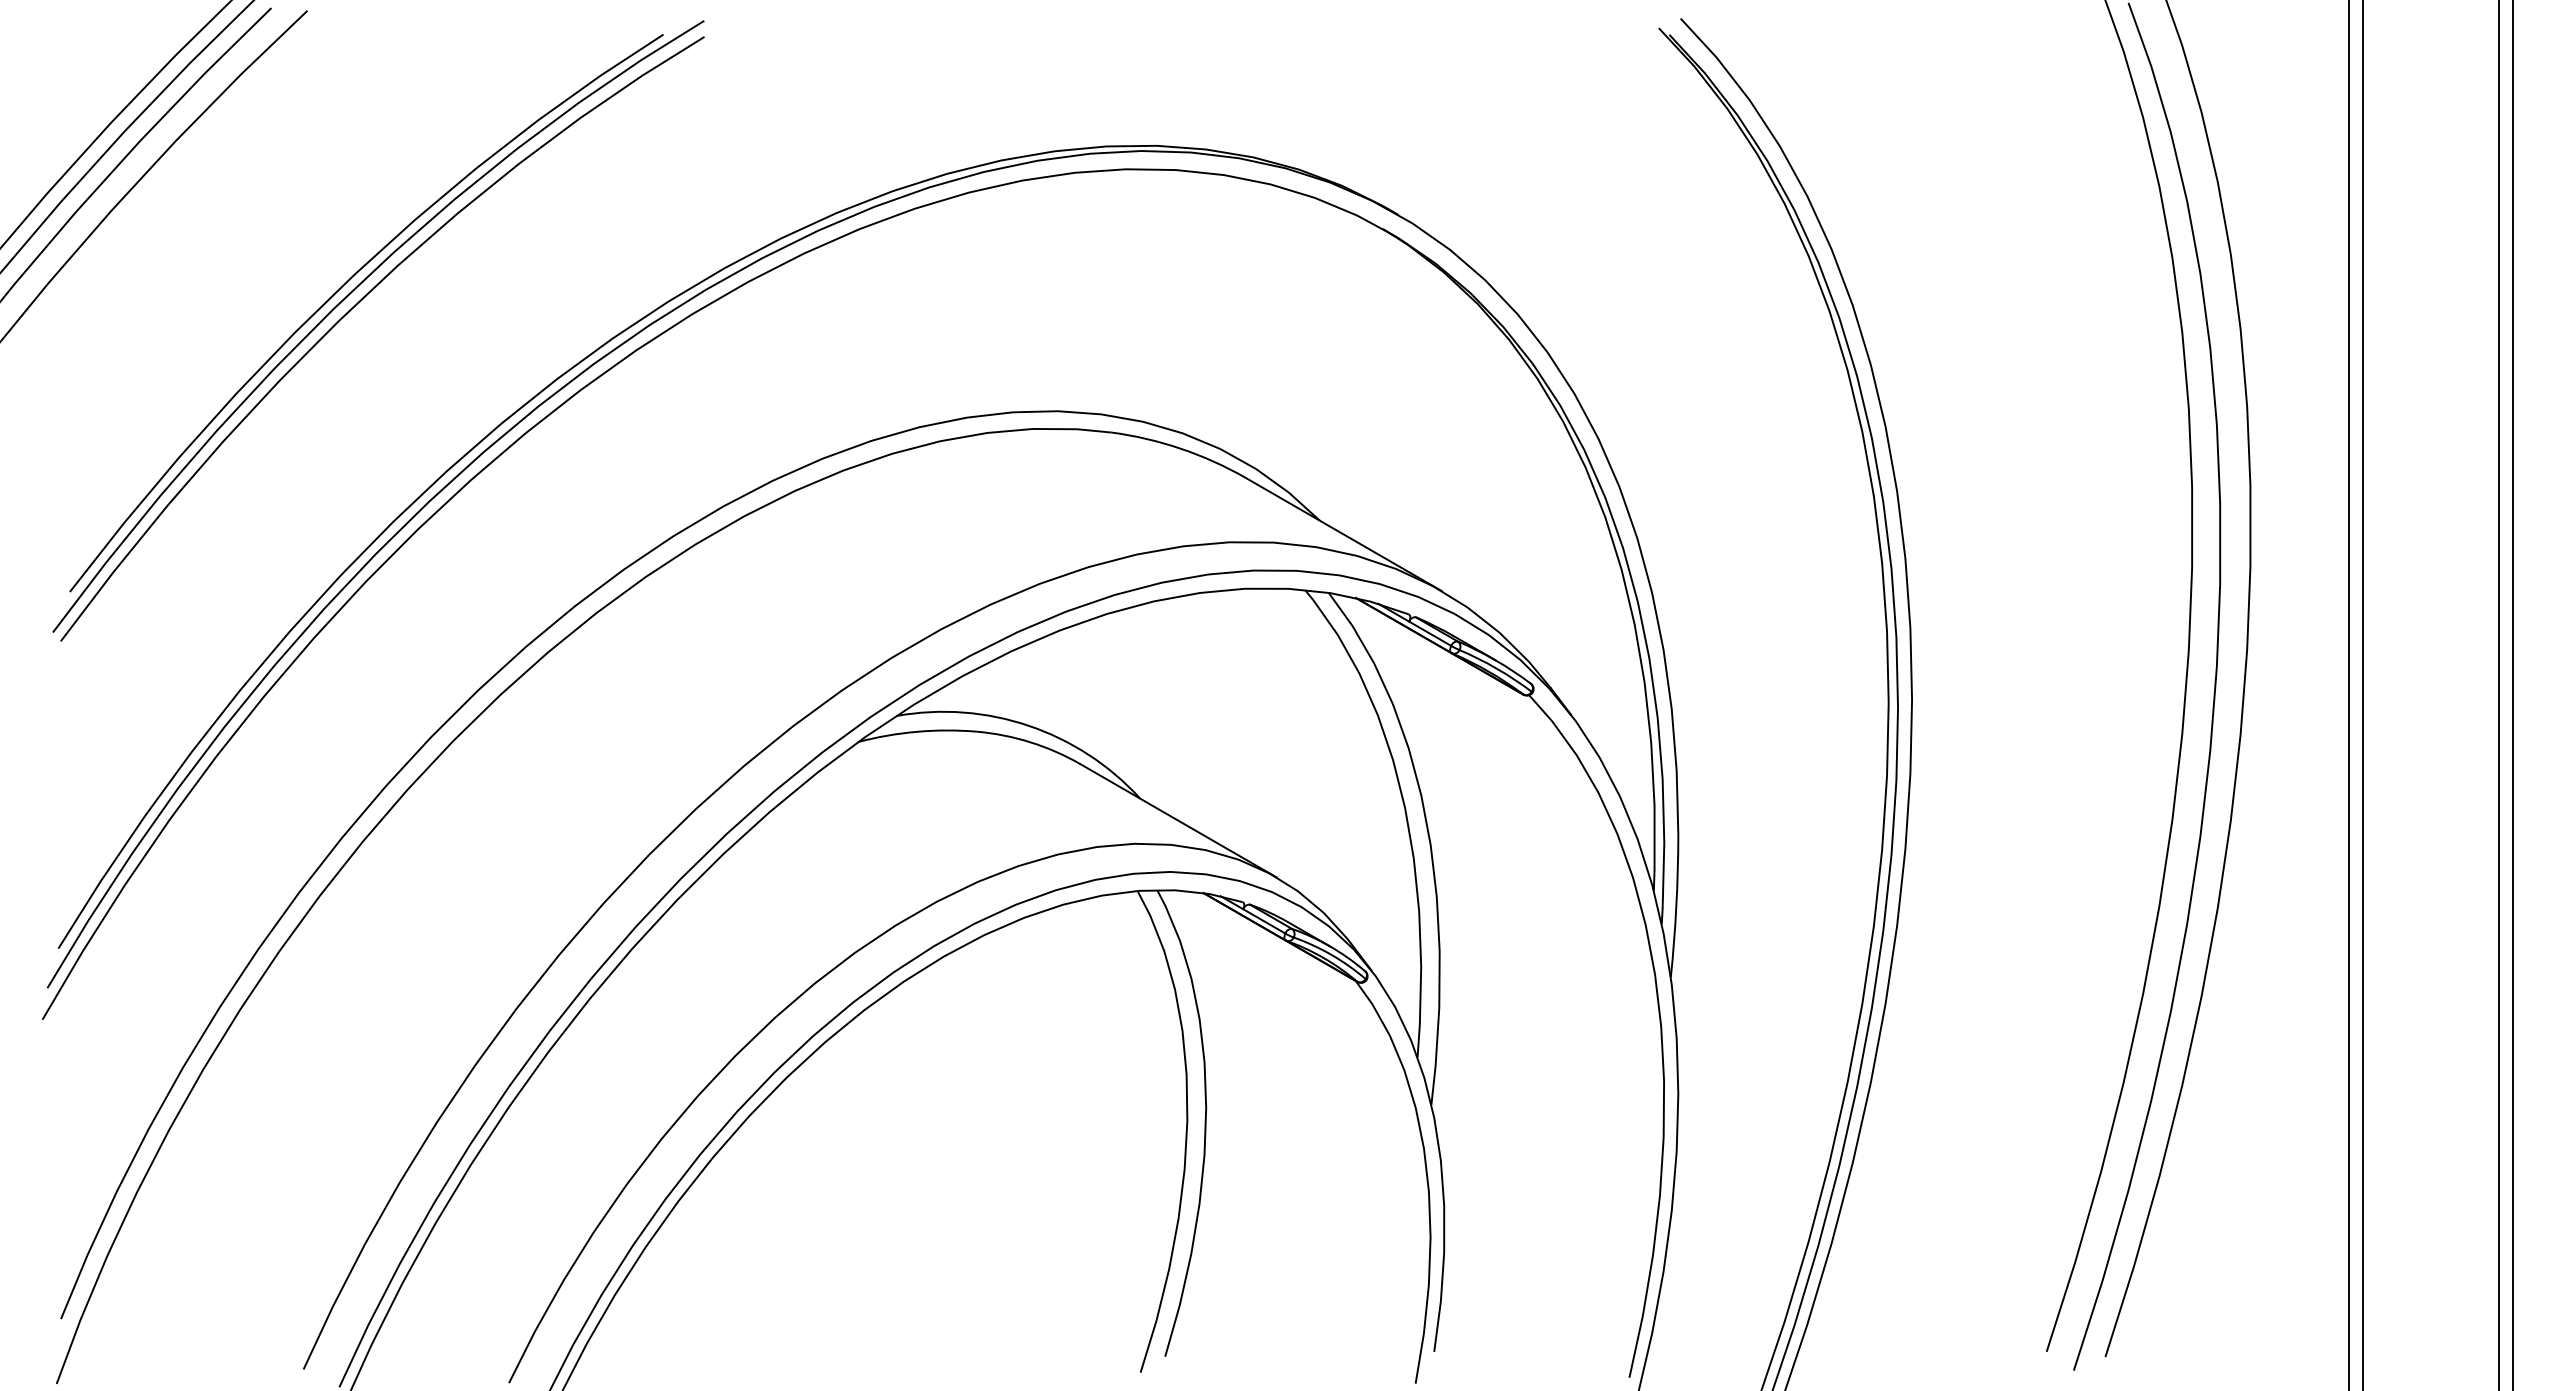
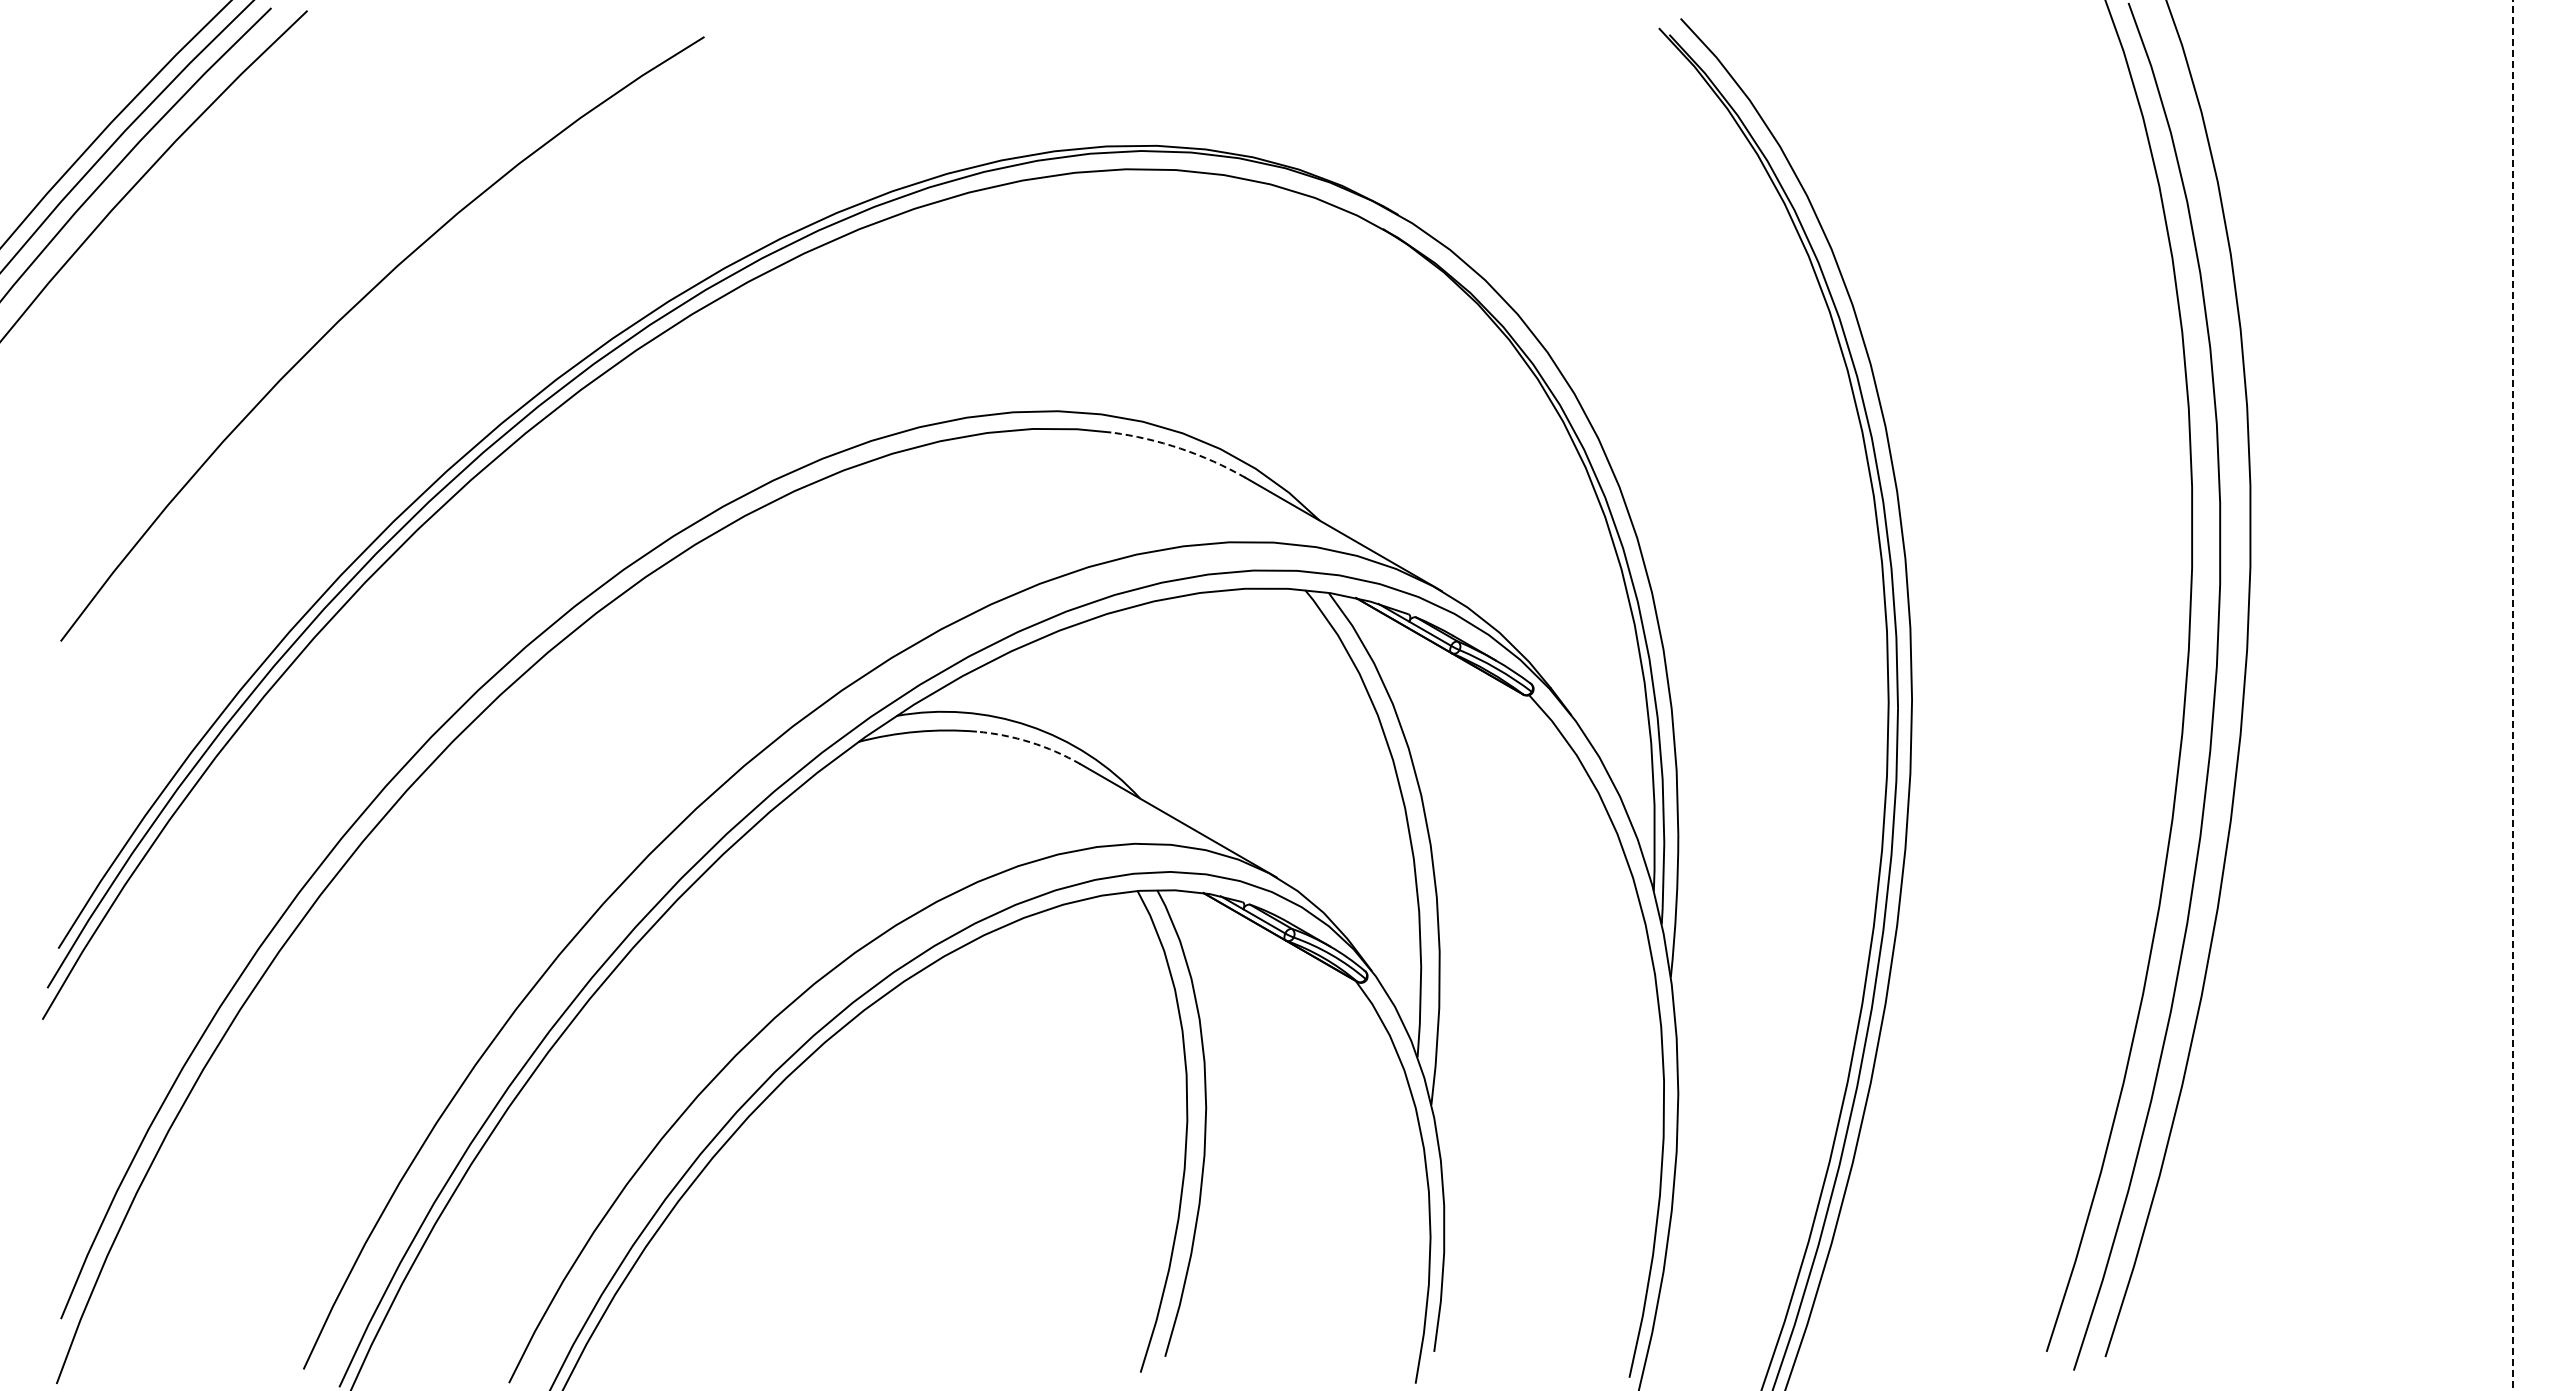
part at (348, 296): present -> none
arc at (1180, 448): solid -> dashed
line at (2349, 694): present -> none
line at (2363, 694): present -> none
line at (2498, 694): present -> none
line at (2512, 695): solid -> dashed
arc at (1030, 742): solid -> dashed
